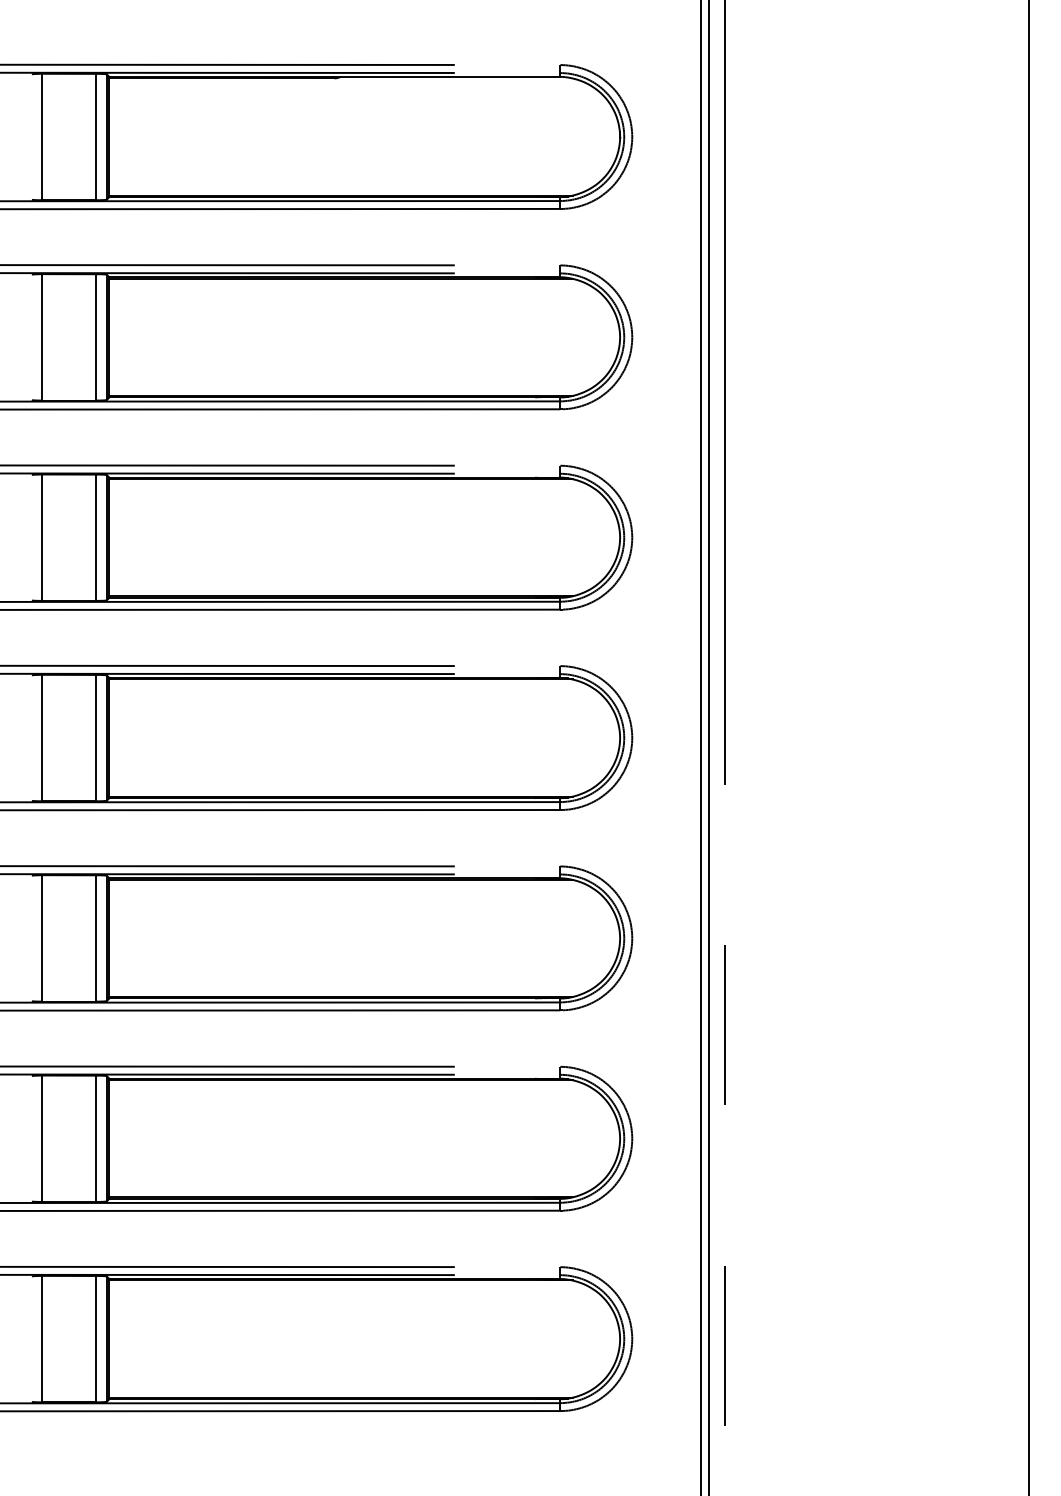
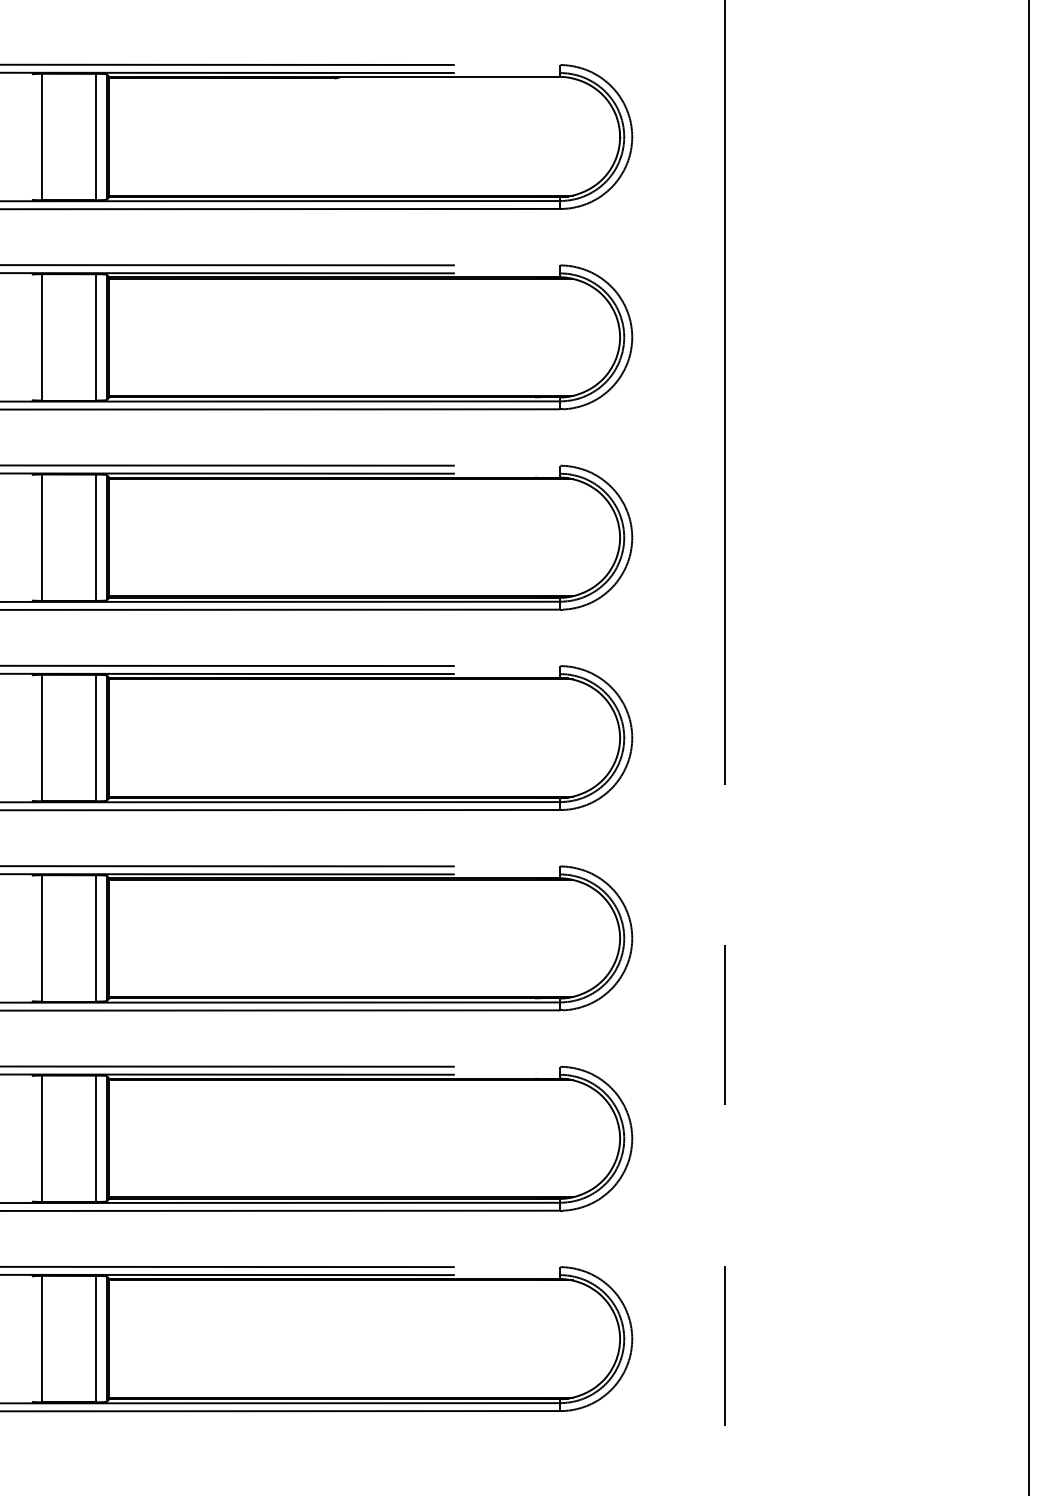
line at (700, 747): present -> none
line at (708, 747): present -> none
